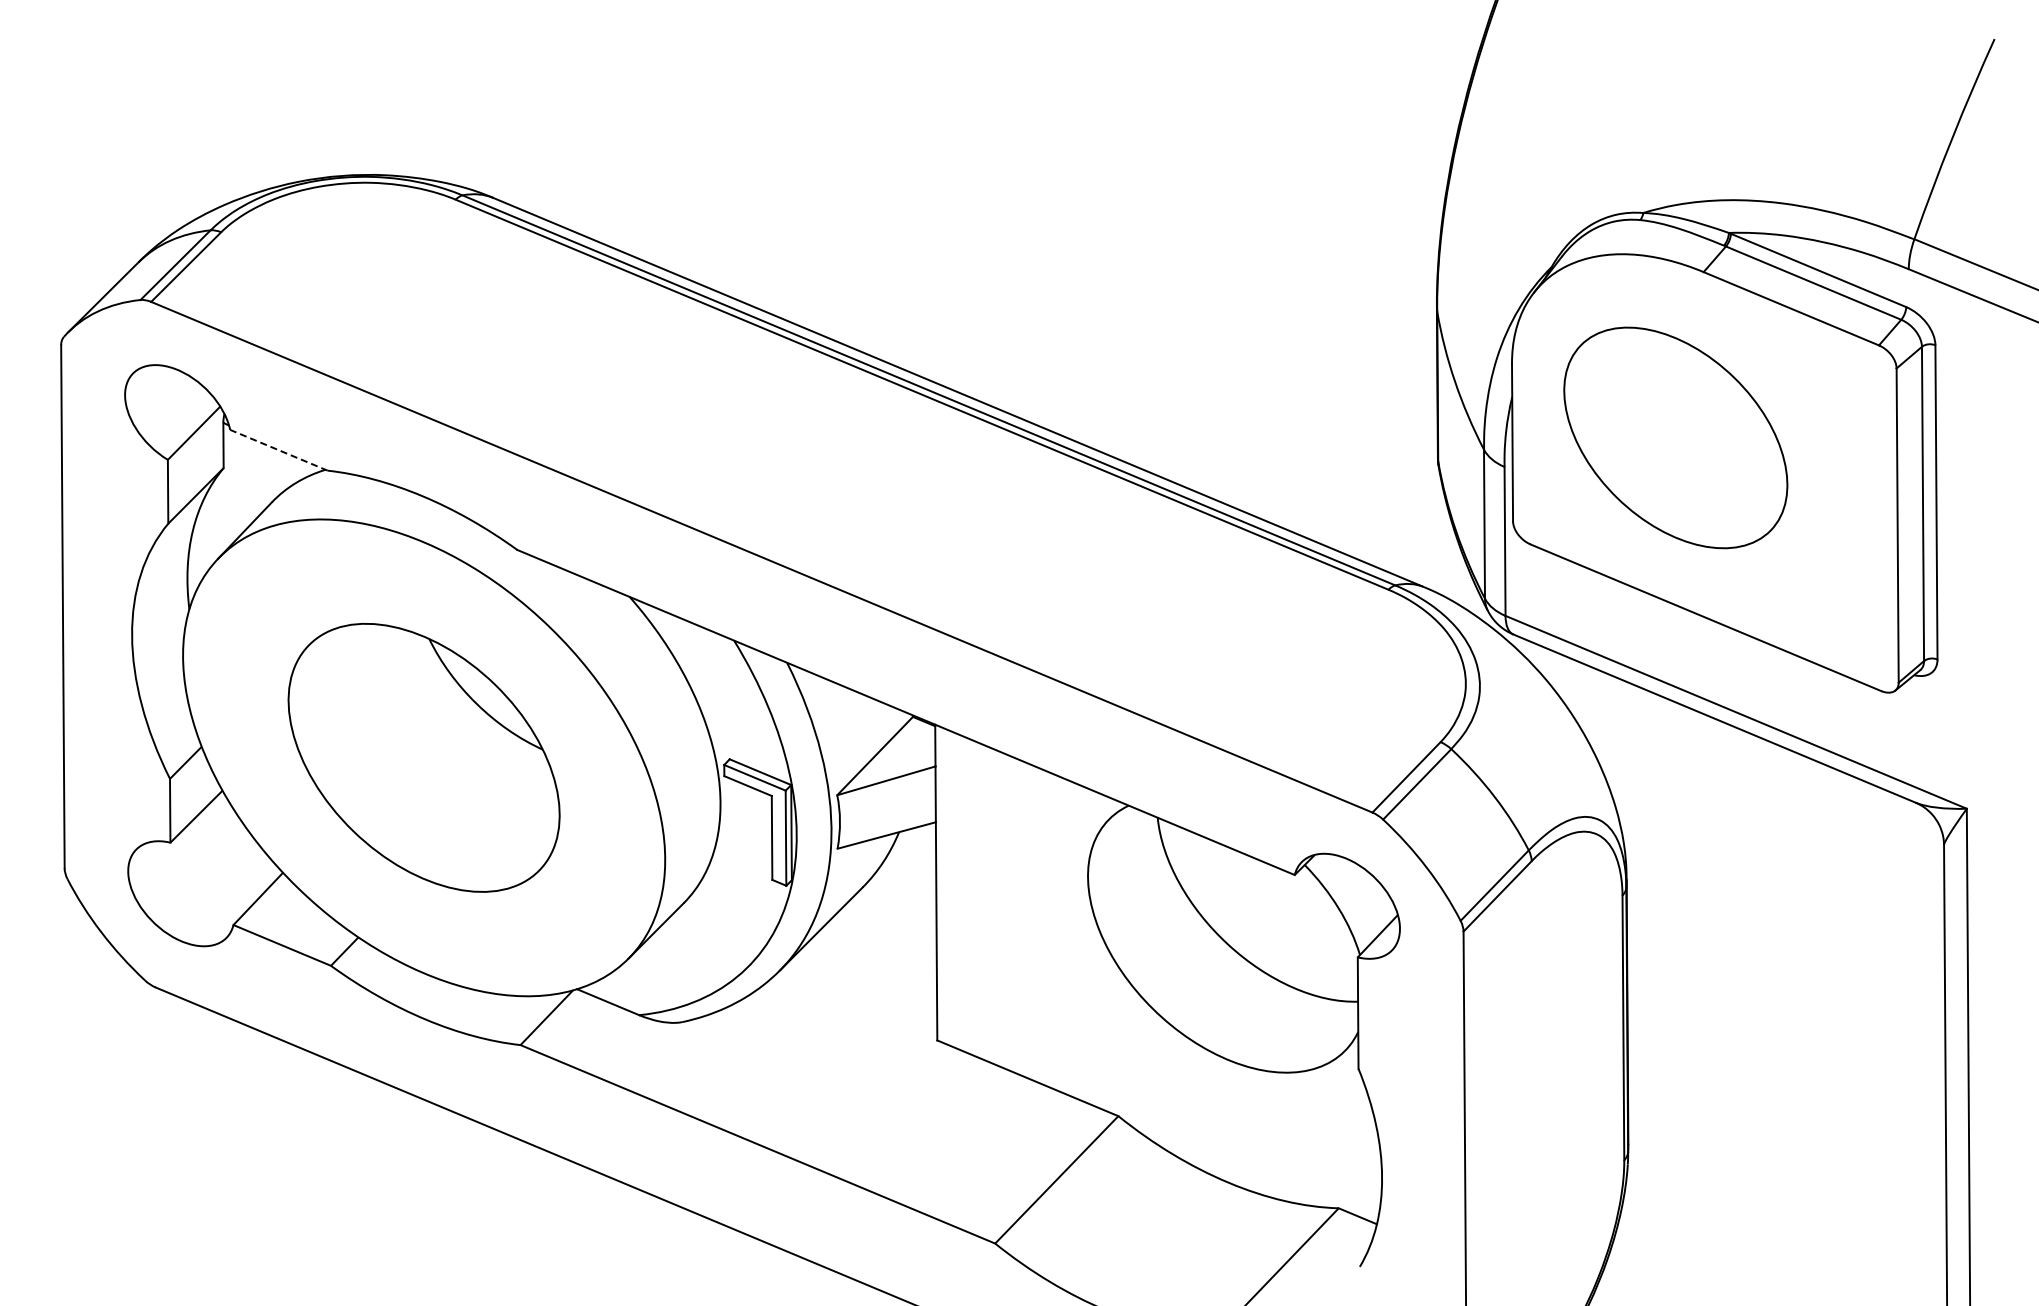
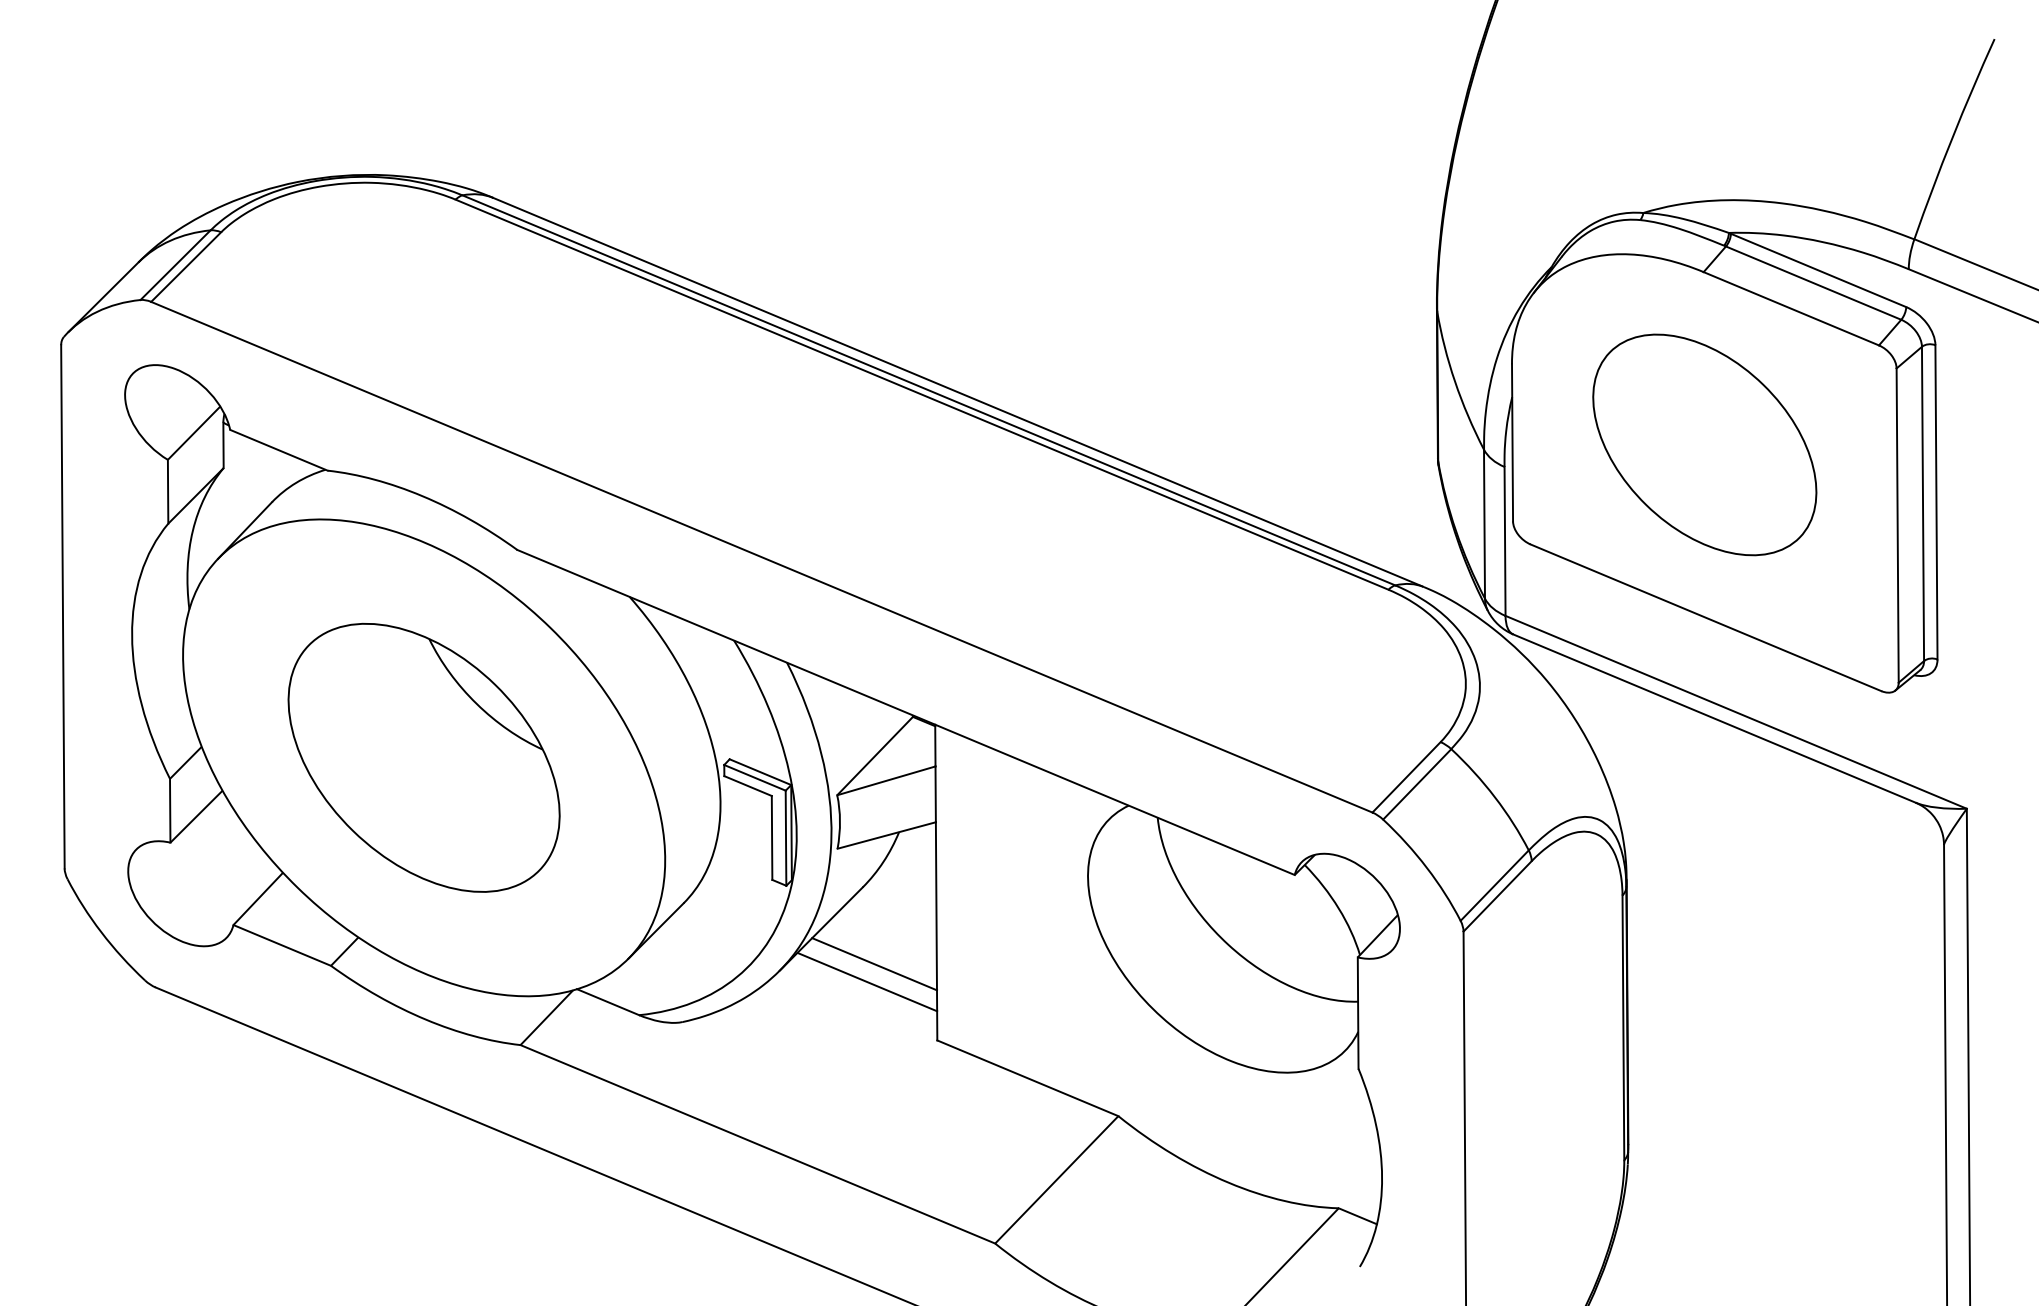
part at (1675, 437) position: (1675, 437) -> (1704, 444)
line at (278, 450): dashed -> solid
line at (874, 964): none -> present
line at (867, 981): none -> present
